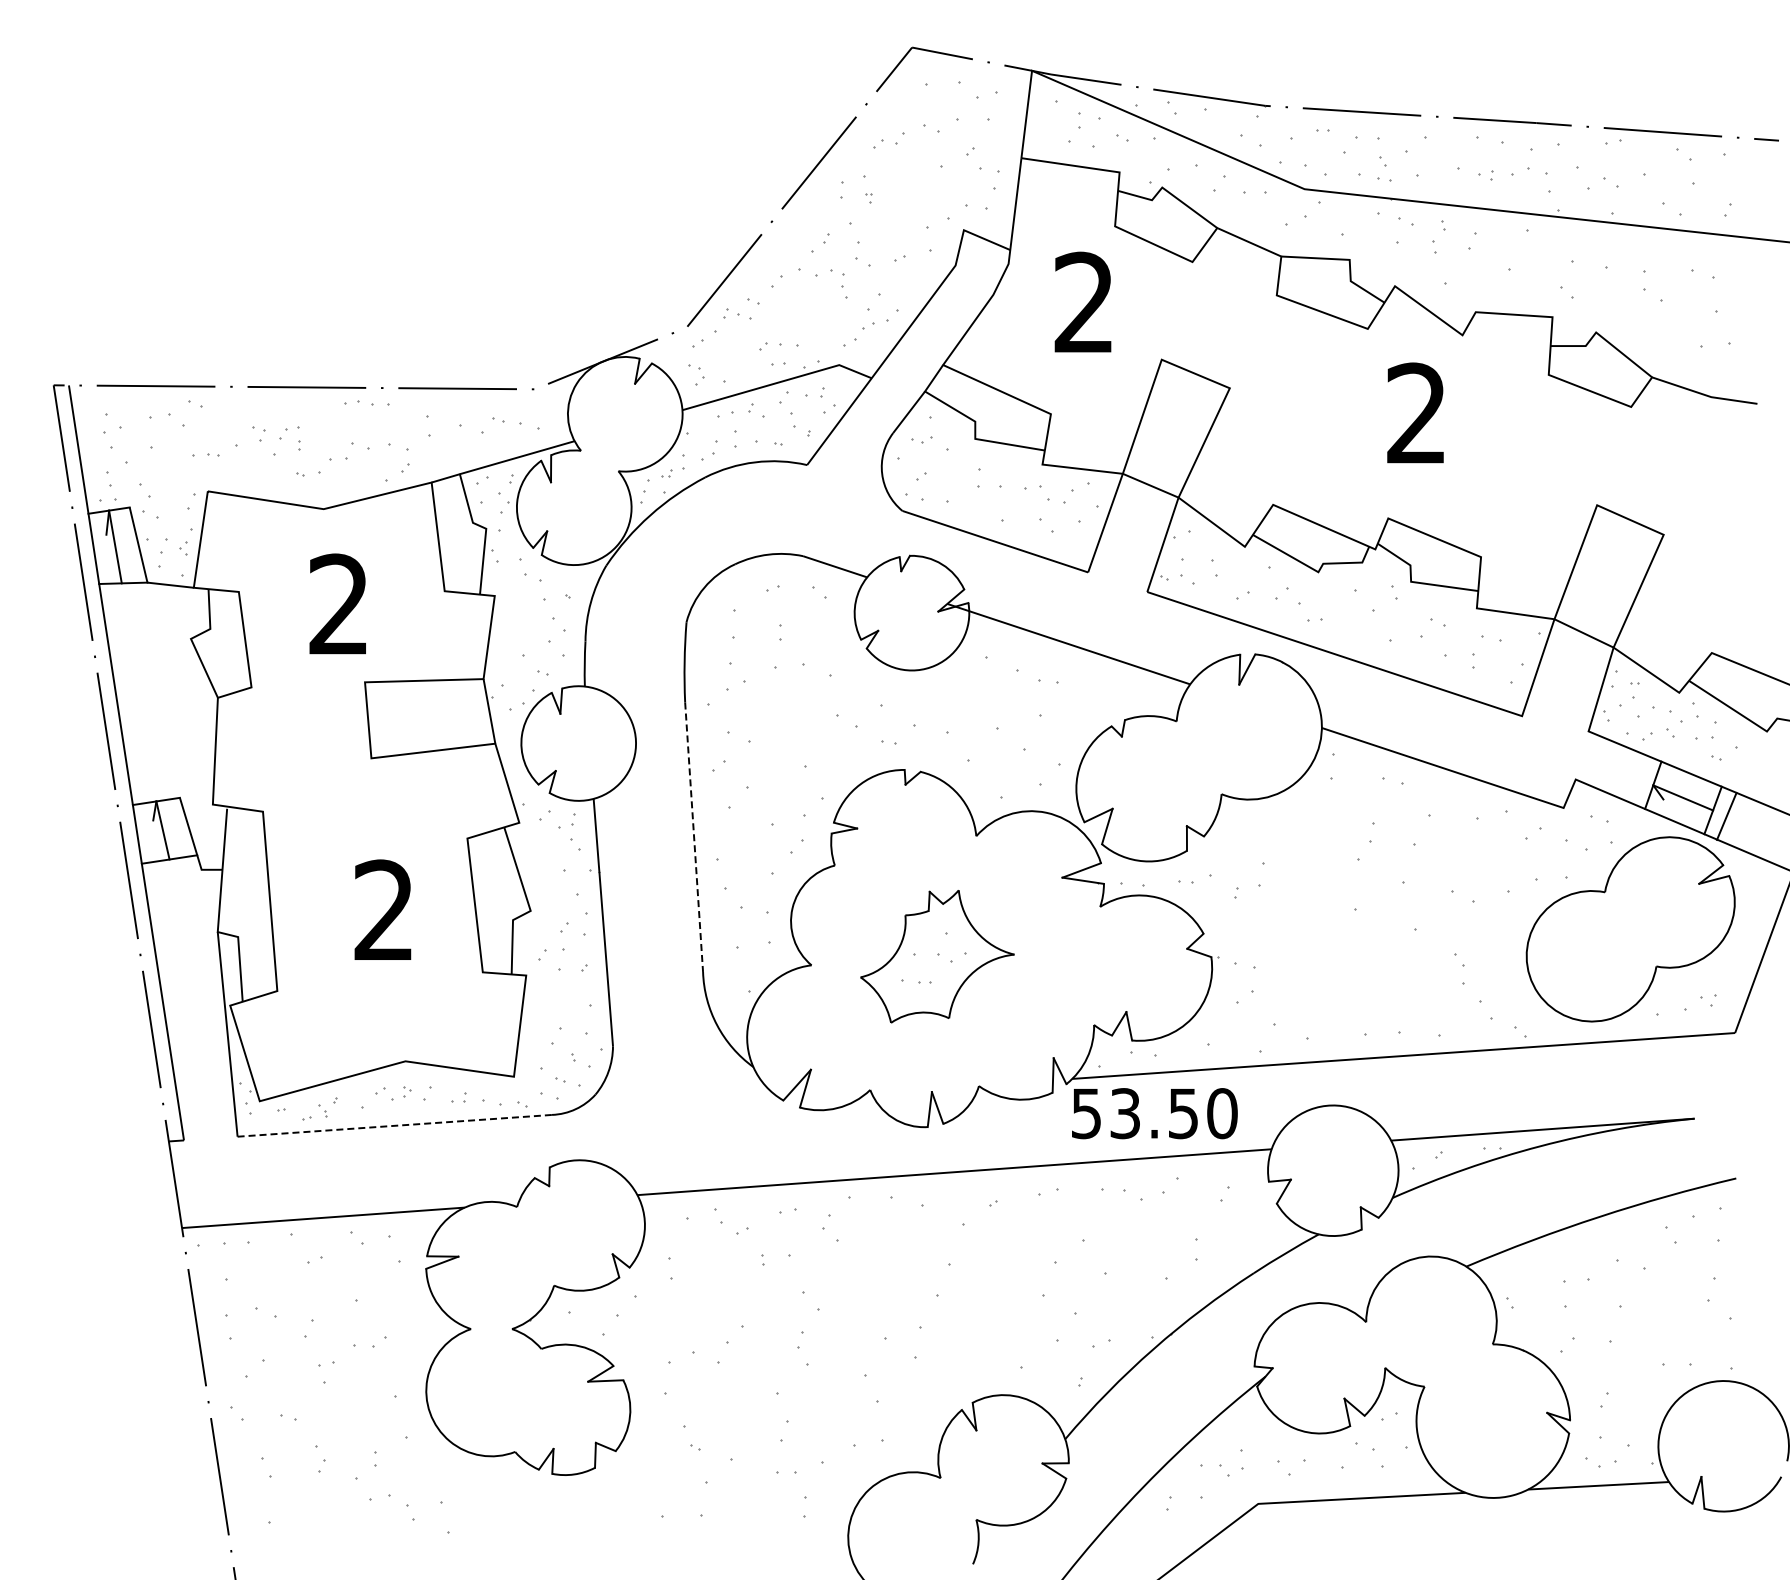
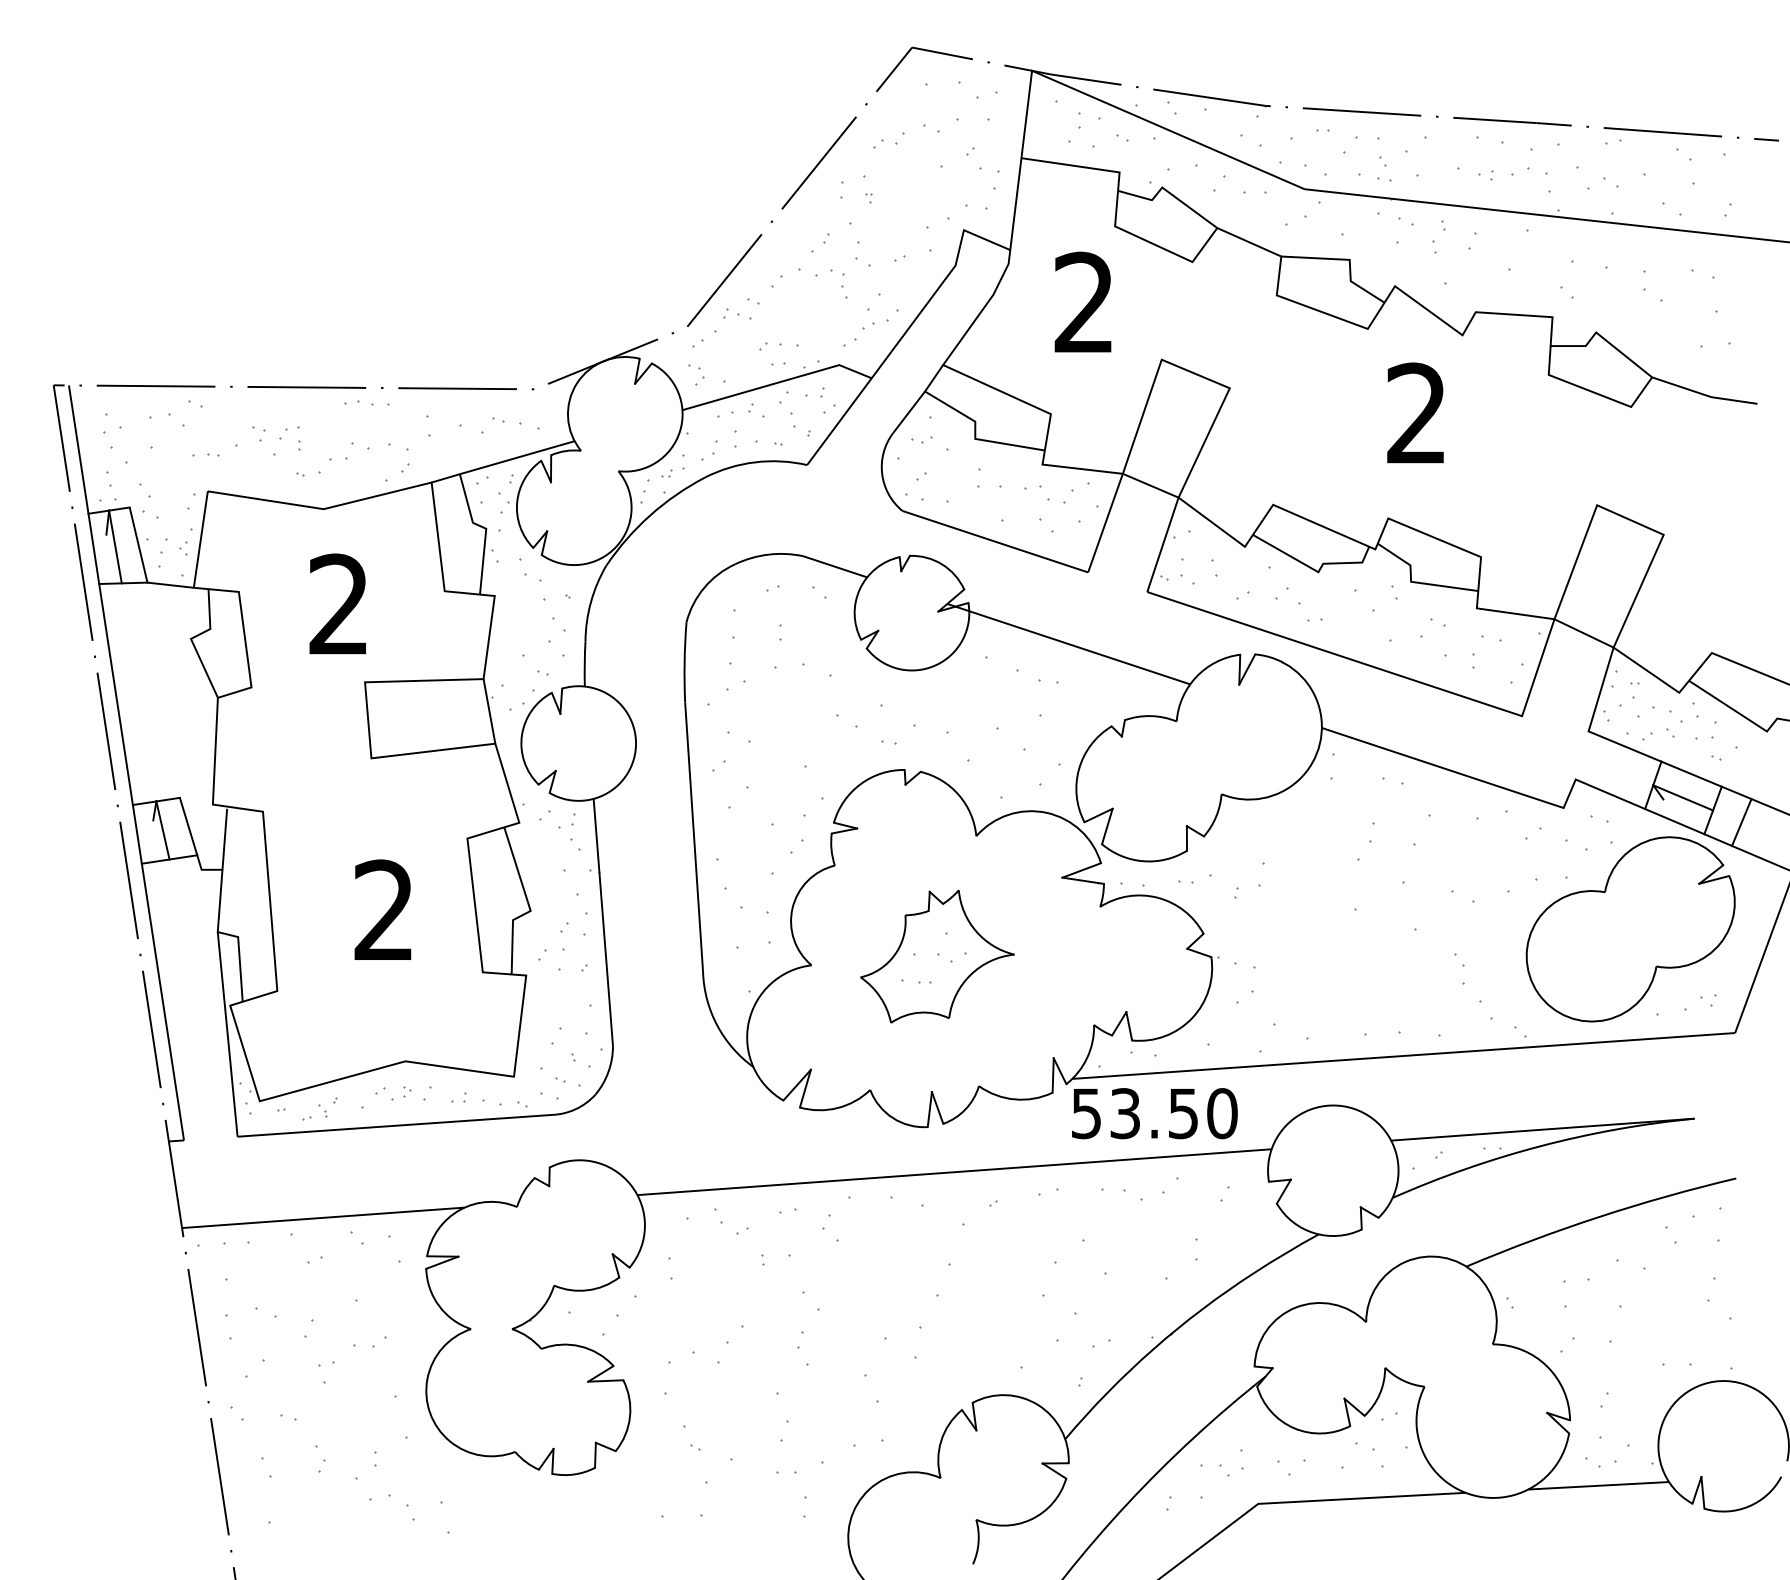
line at (1726, 816) position: (1726, 816) -> (1741, 822)
line at (694, 837): dashed -> solid
line at (394, 1125): dashed -> solid
